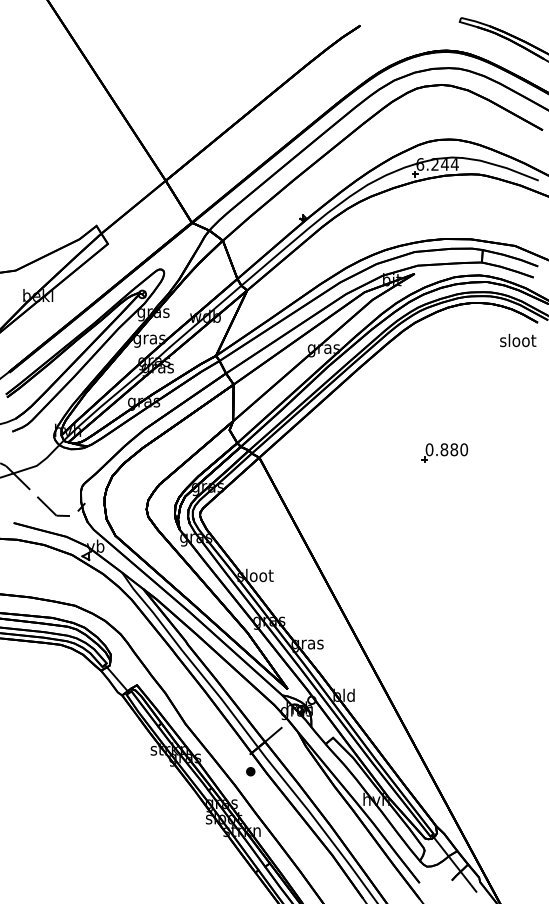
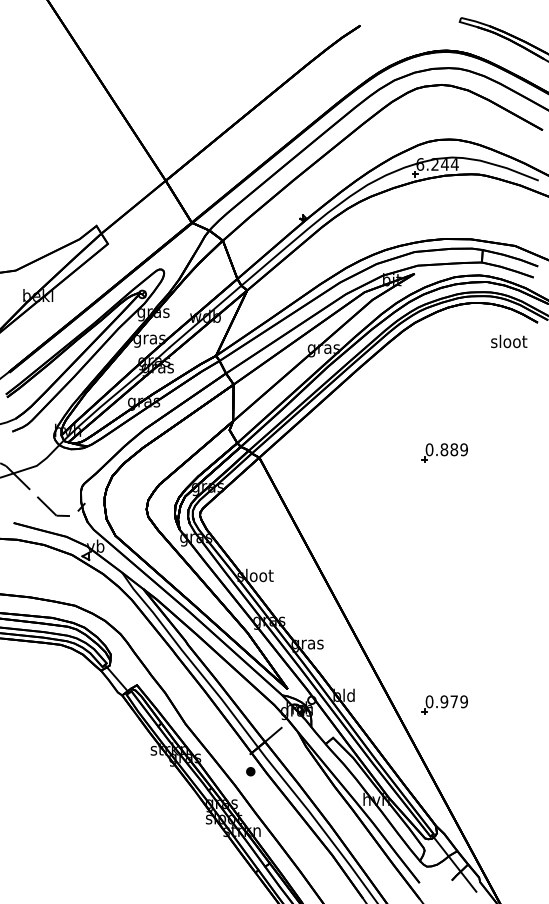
text at (518, 340) position: (518, 340) -> (509, 341)
text at (463, 449): 0.880 -> 0.889
part at (444, 704): none -> present
